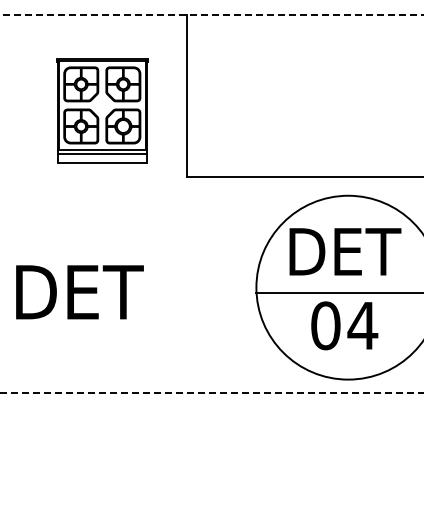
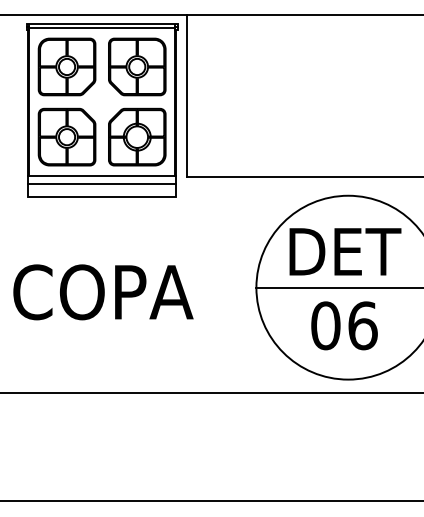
line at (212, 15): dashed -> solid
part at (102, 110) size: 93x106 px -> 153x175 px
text at (103, 292): DET -> COPA
line at (338, 292) position: (338, 292) -> (338, 287)
text at (362, 325): 04 -> 06
line at (211, 393): dashed -> solid
line at (211, 501): none -> present
